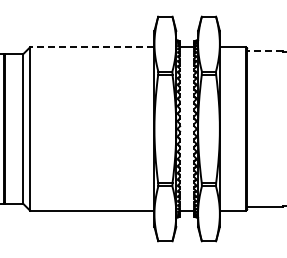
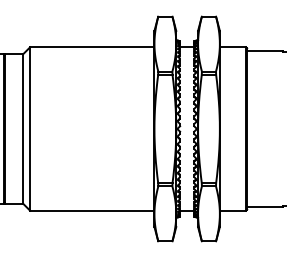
line at (91, 47): dashed -> solid
line at (264, 51): dashed -> solid
